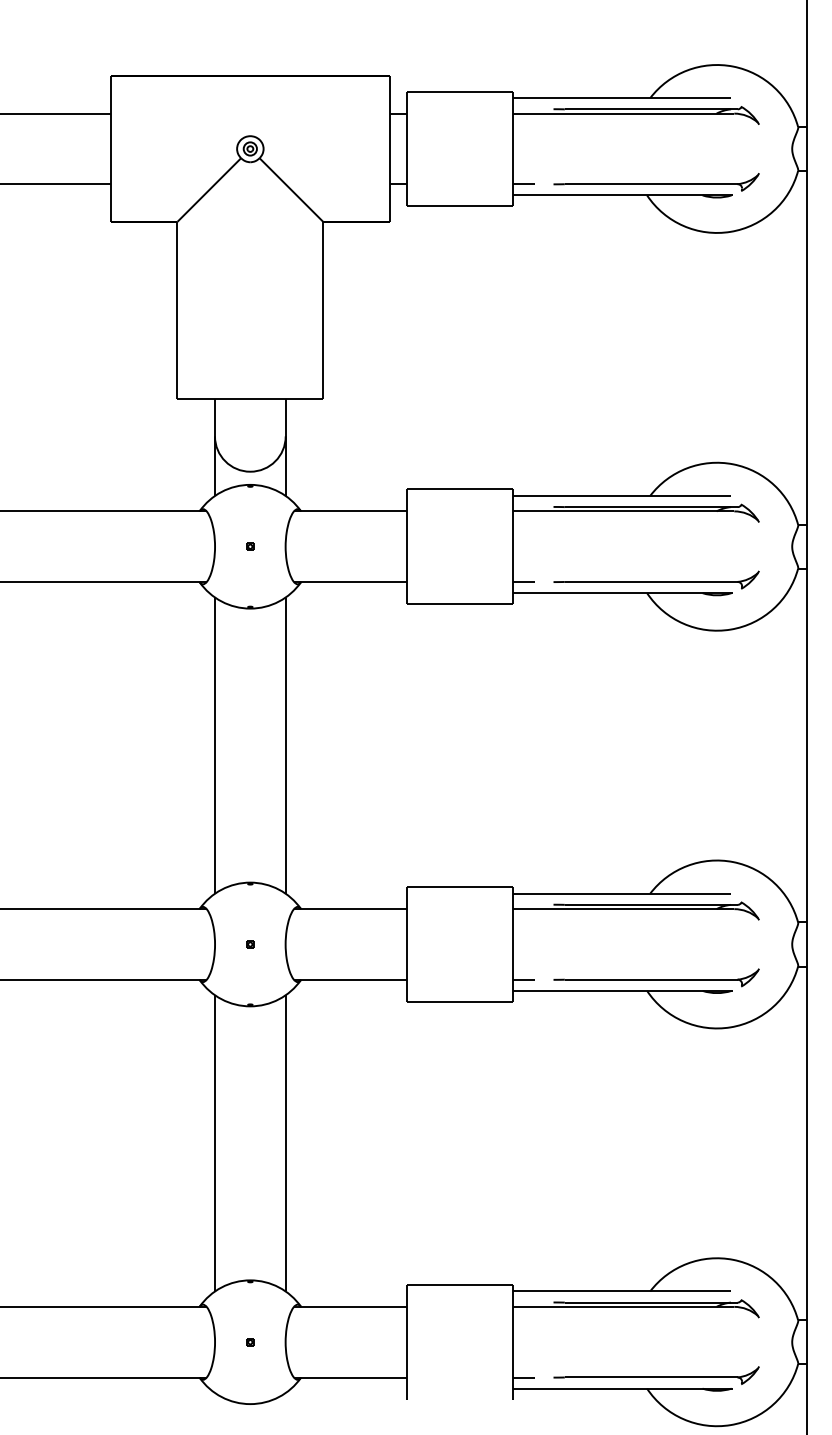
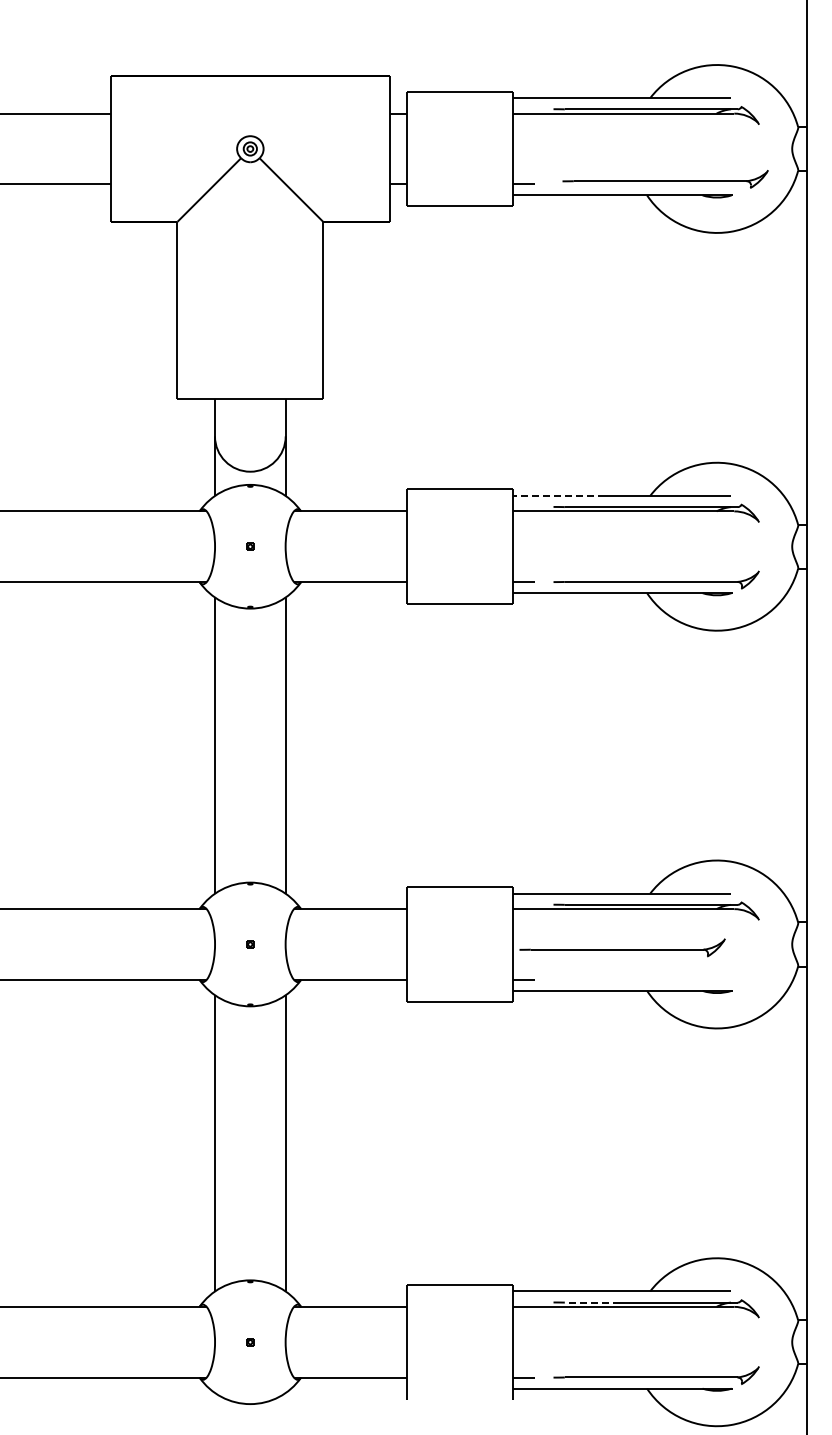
part at (656, 182) position: (656, 182) -> (665, 179)
line at (559, 495): solid -> dashed
part at (656, 977) position: (656, 977) -> (622, 947)
line at (592, 1302): solid -> dashed
